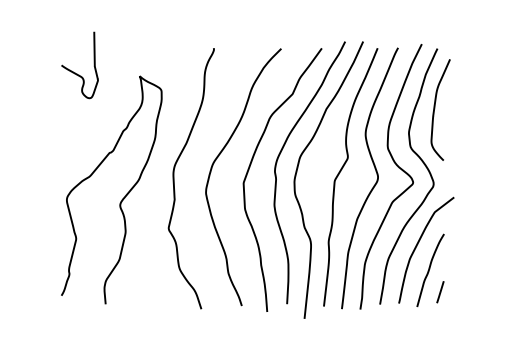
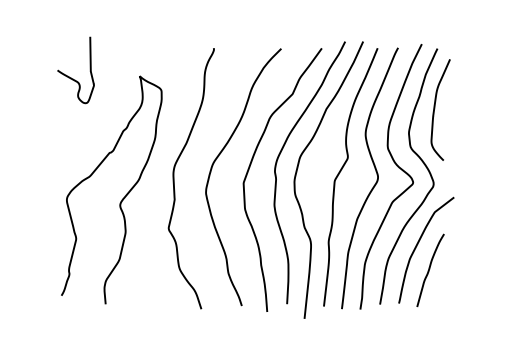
curve at (75, 72) position: (75, 72) -> (71, 77)
line at (440, 292): present -> none
